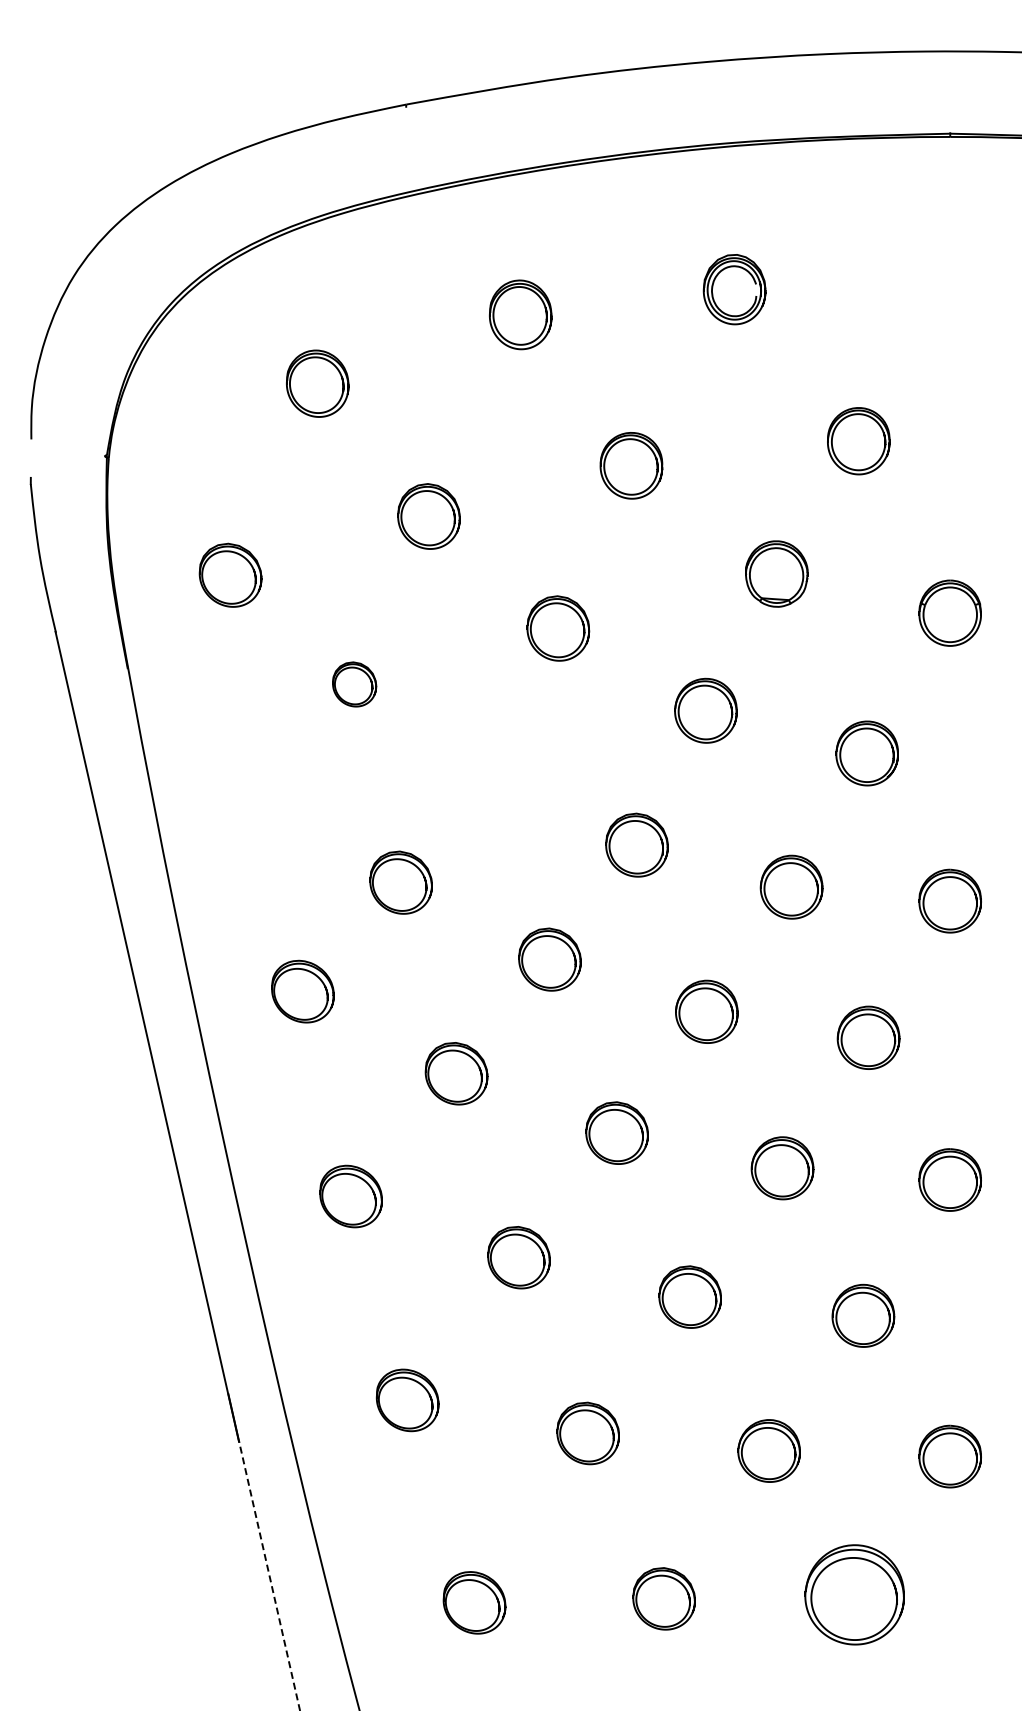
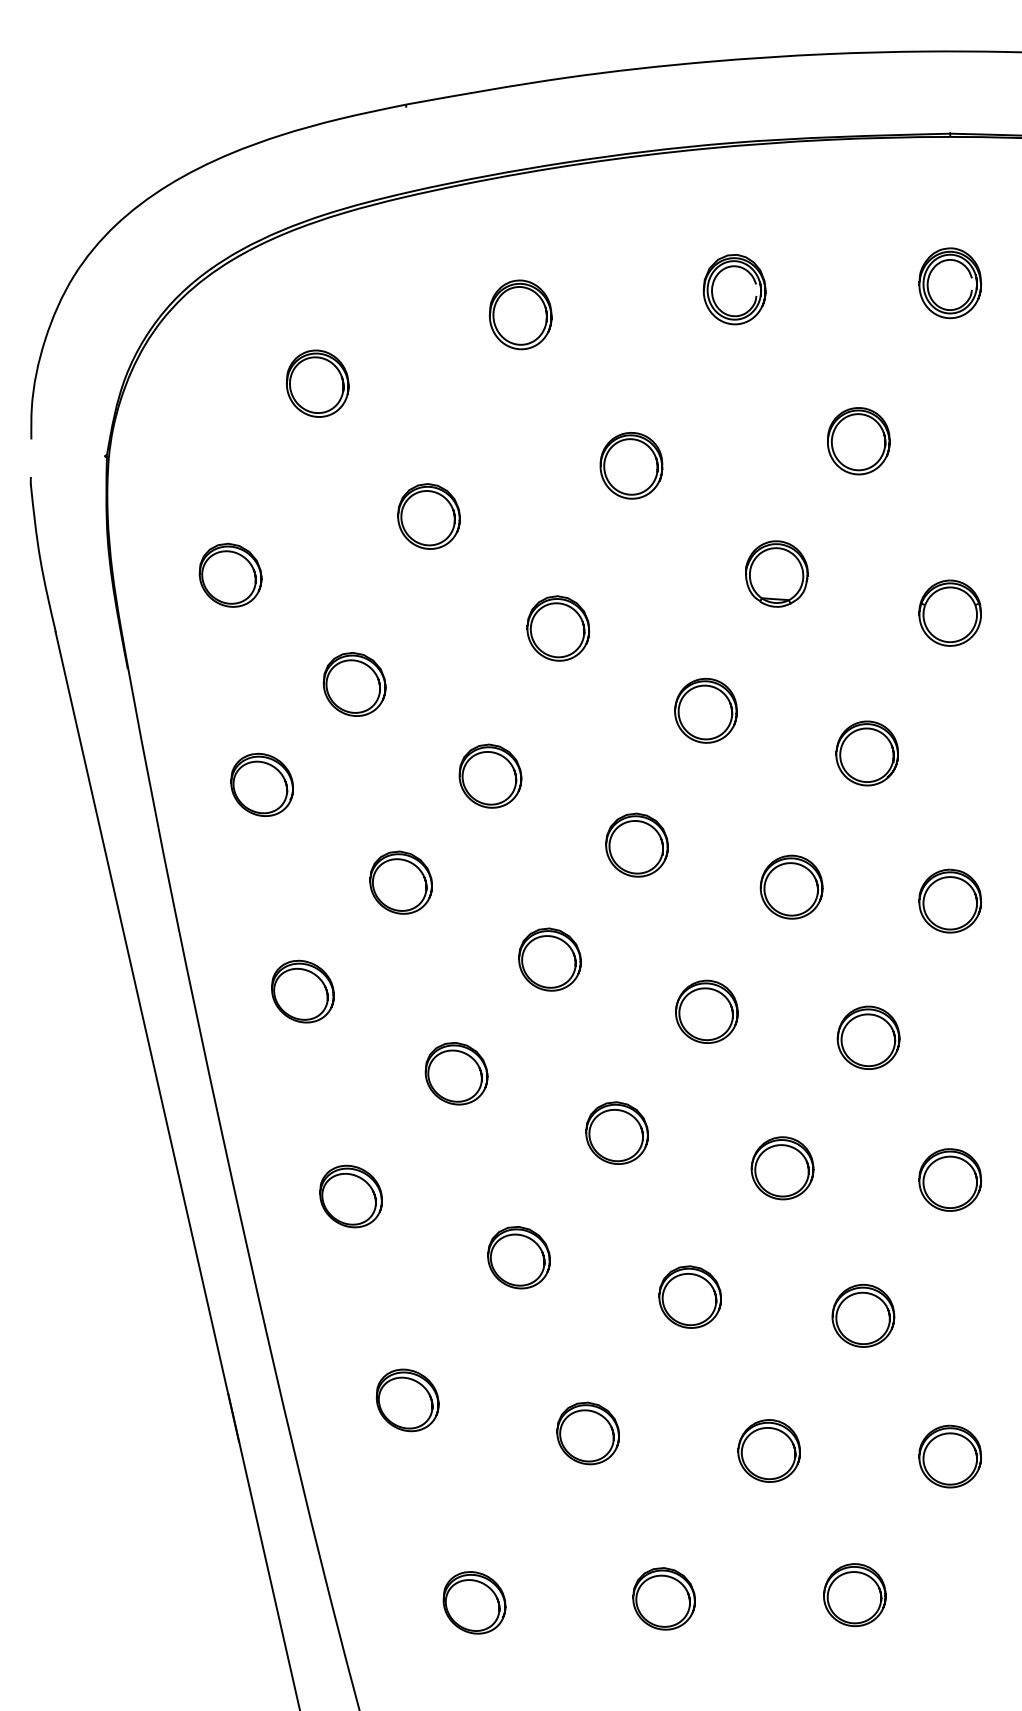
part at (950, 283): none -> present
part at (354, 684) size: 46x47 px -> 65x65 px
part at (490, 775): none -> present
part at (261, 784): none -> present
line at (269, 1576): dashed -> solid
part at (854, 1594) size: 101x102 px -> 64x65 px
